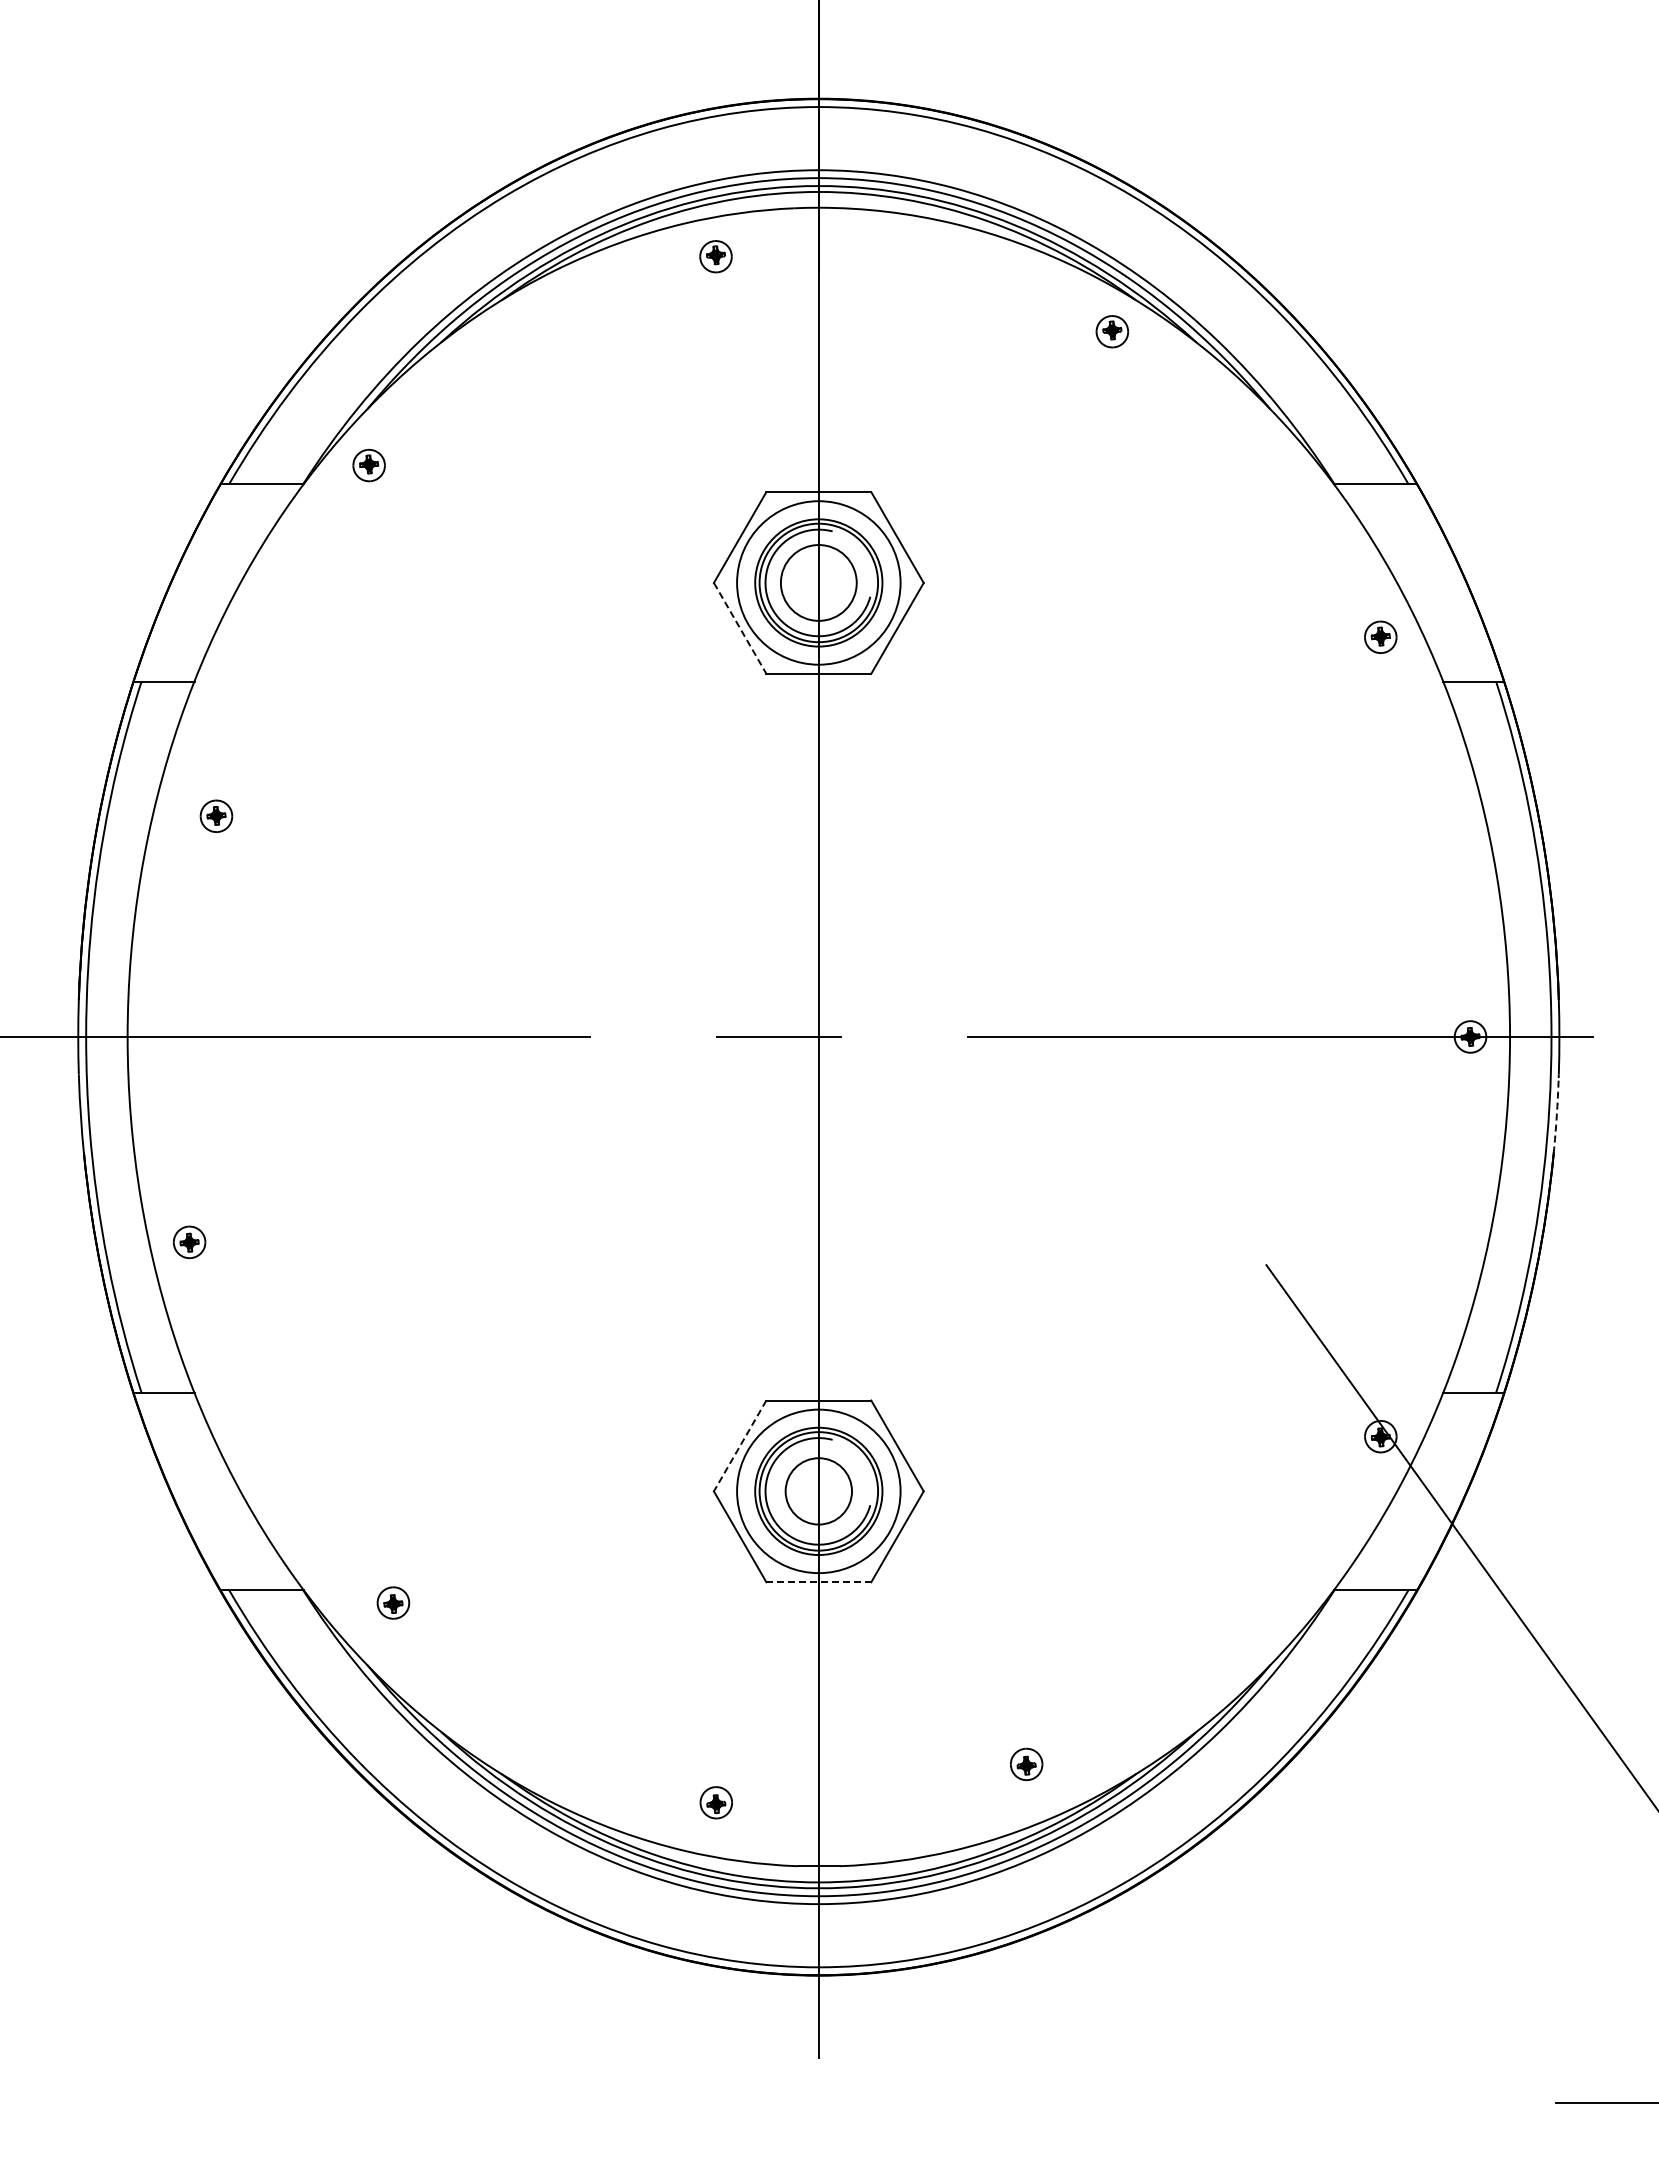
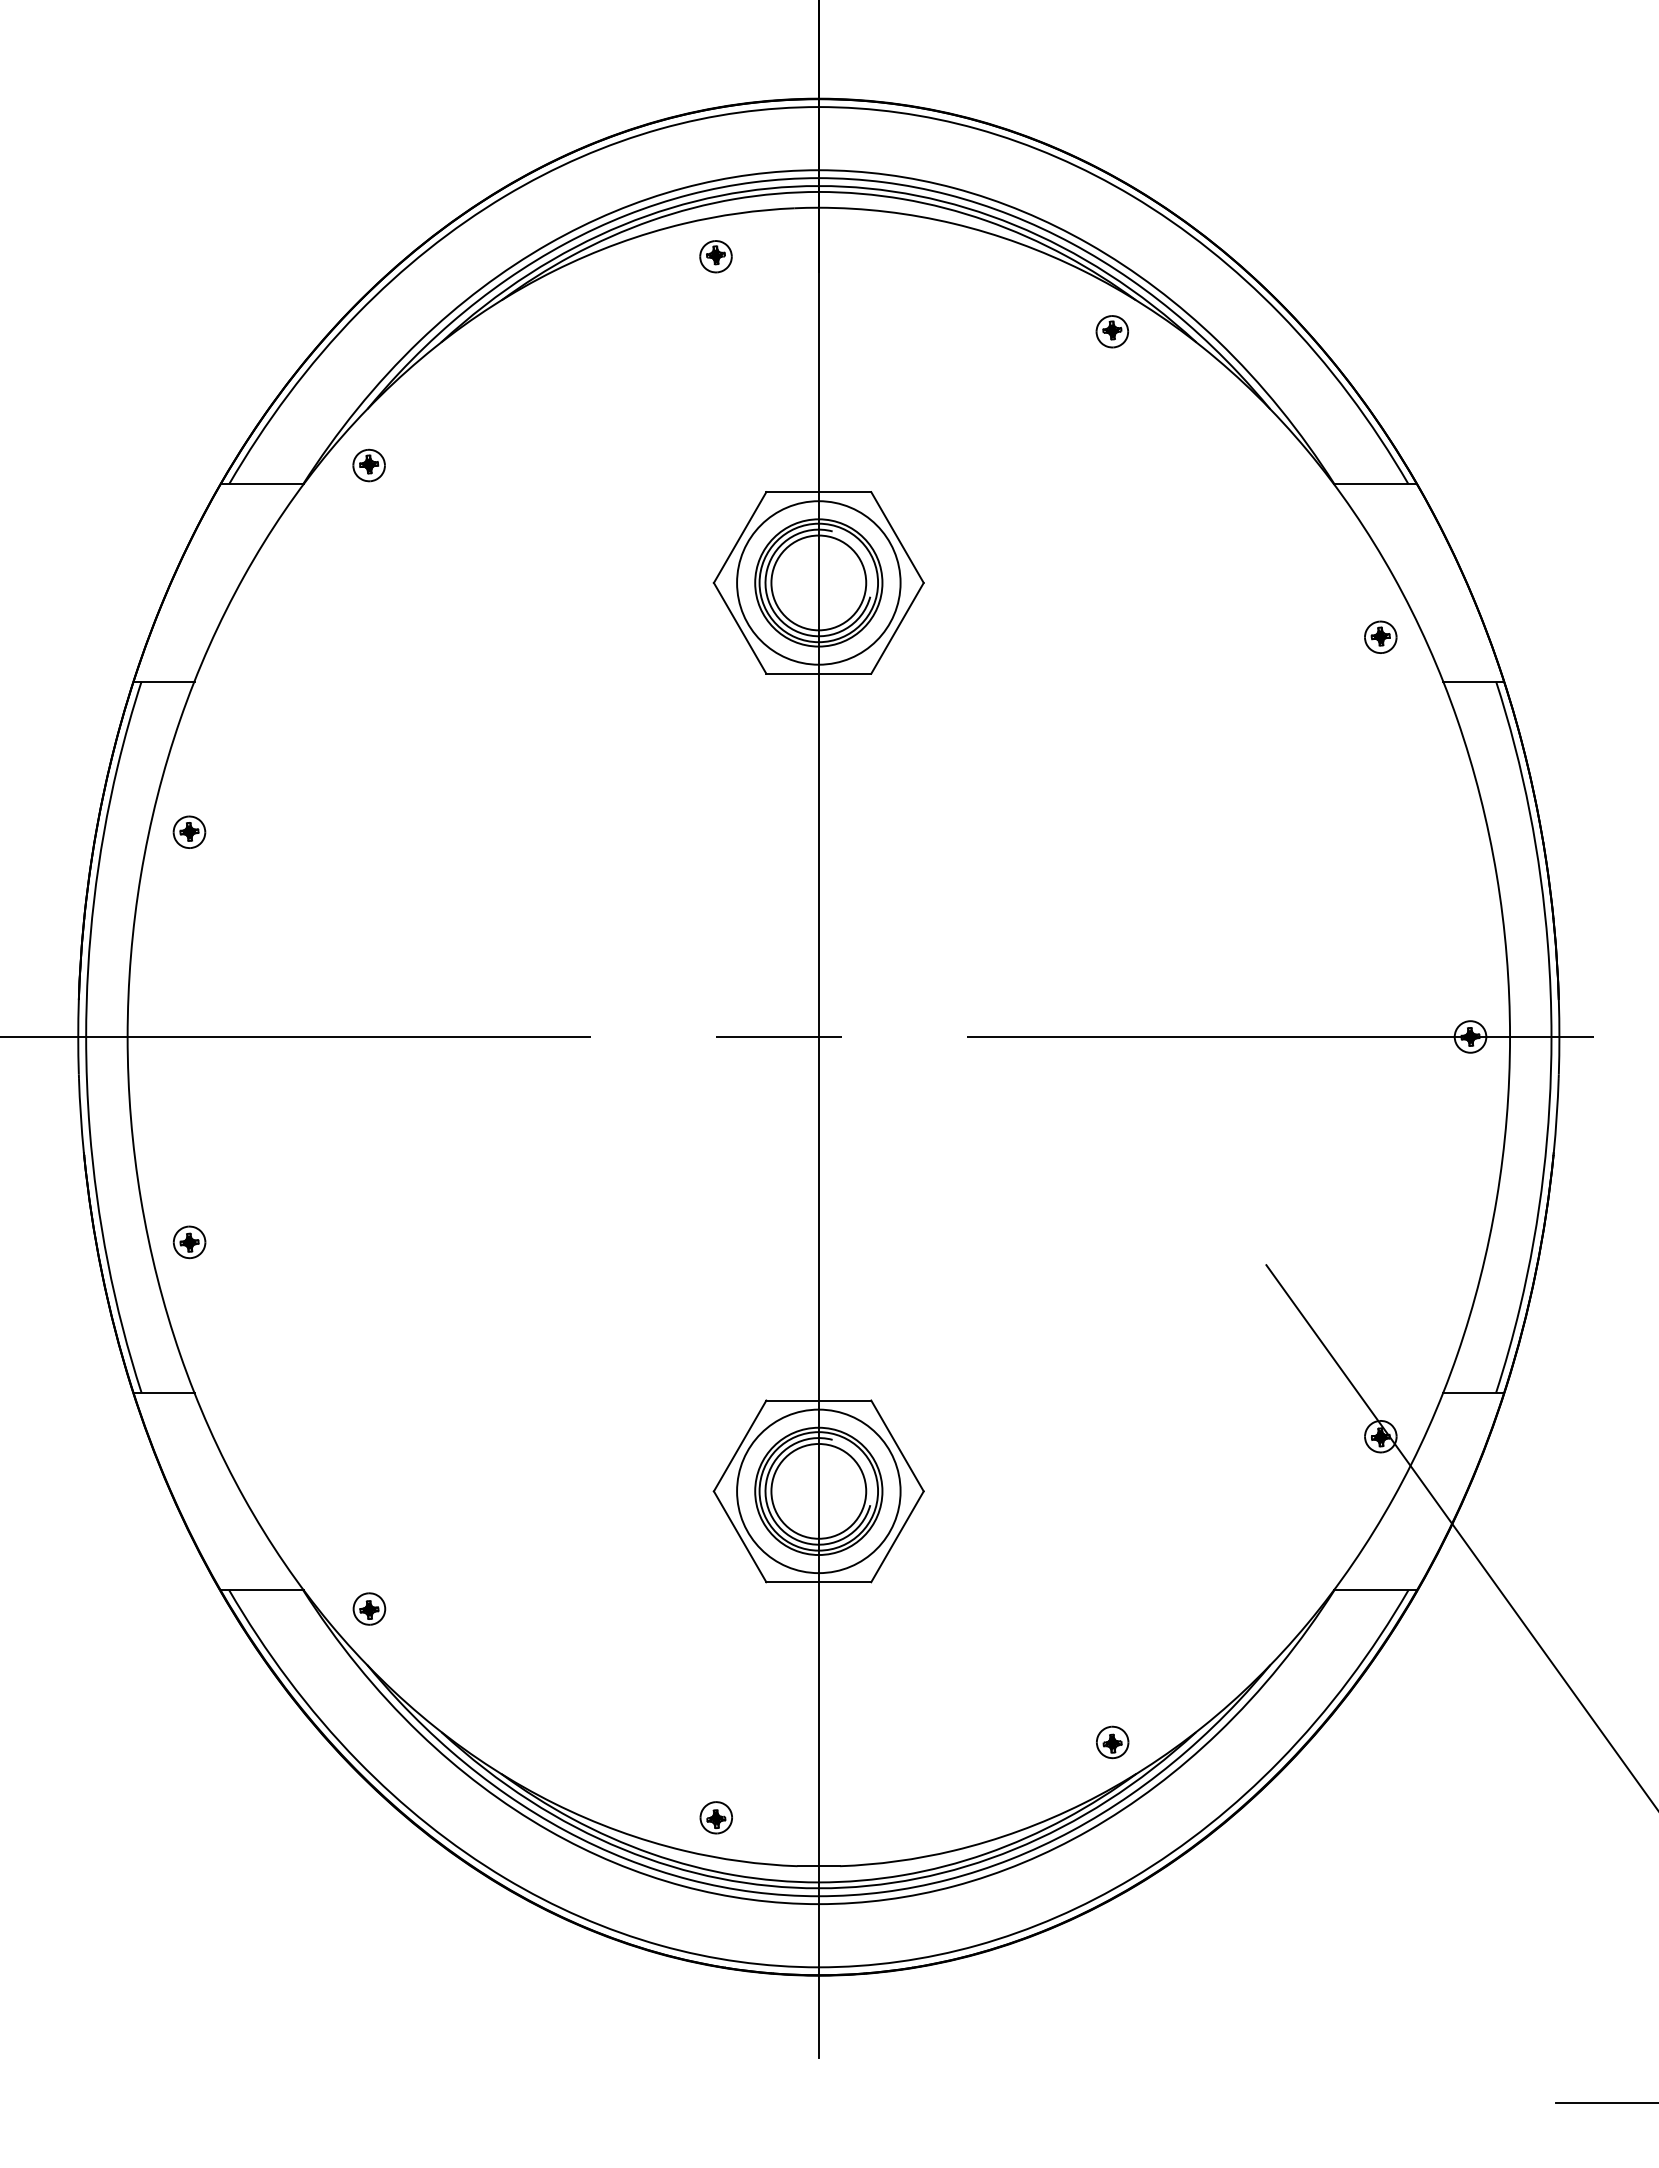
circle at (818, 582) diameter: 76 px -> 95 px
line at (740, 628): dashed -> solid
part at (216, 815) position: (216, 815) -> (189, 831)
arc at (1556, 1115): dashed -> solid
line at (739, 1446): dashed -> solid
circle at (818, 1491) diameter: 66 px -> 95 px
line at (819, 1582): dashed -> solid
part at (393, 1602) position: (393, 1602) -> (369, 1608)
part at (1026, 1764) position: (1026, 1764) -> (1112, 1742)
part at (715, 1802) position: (715, 1802) -> (715, 1817)
